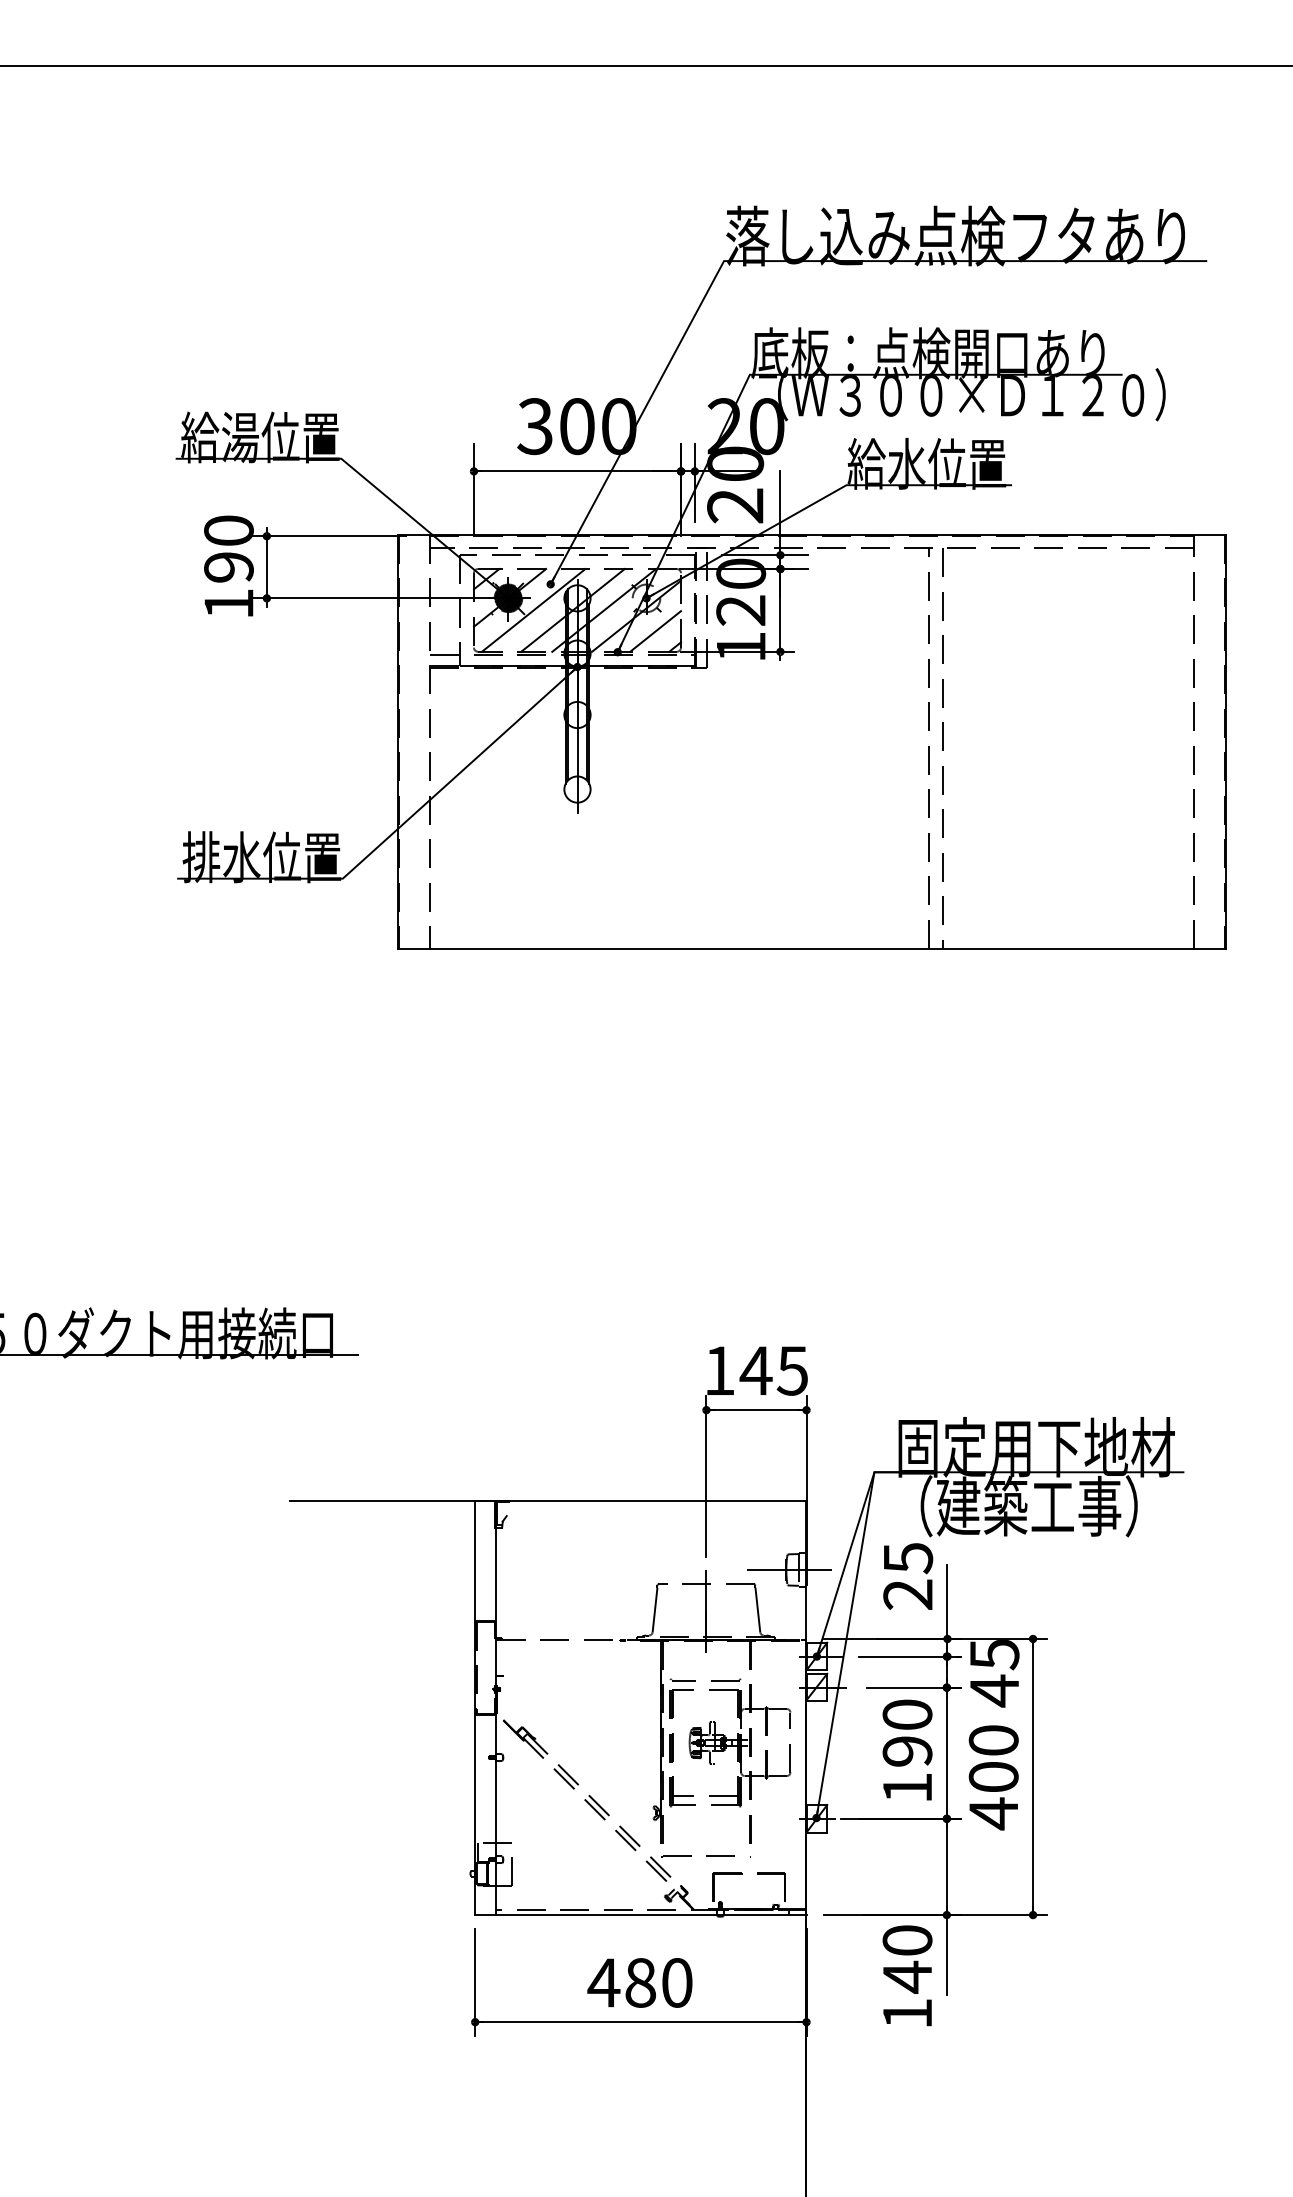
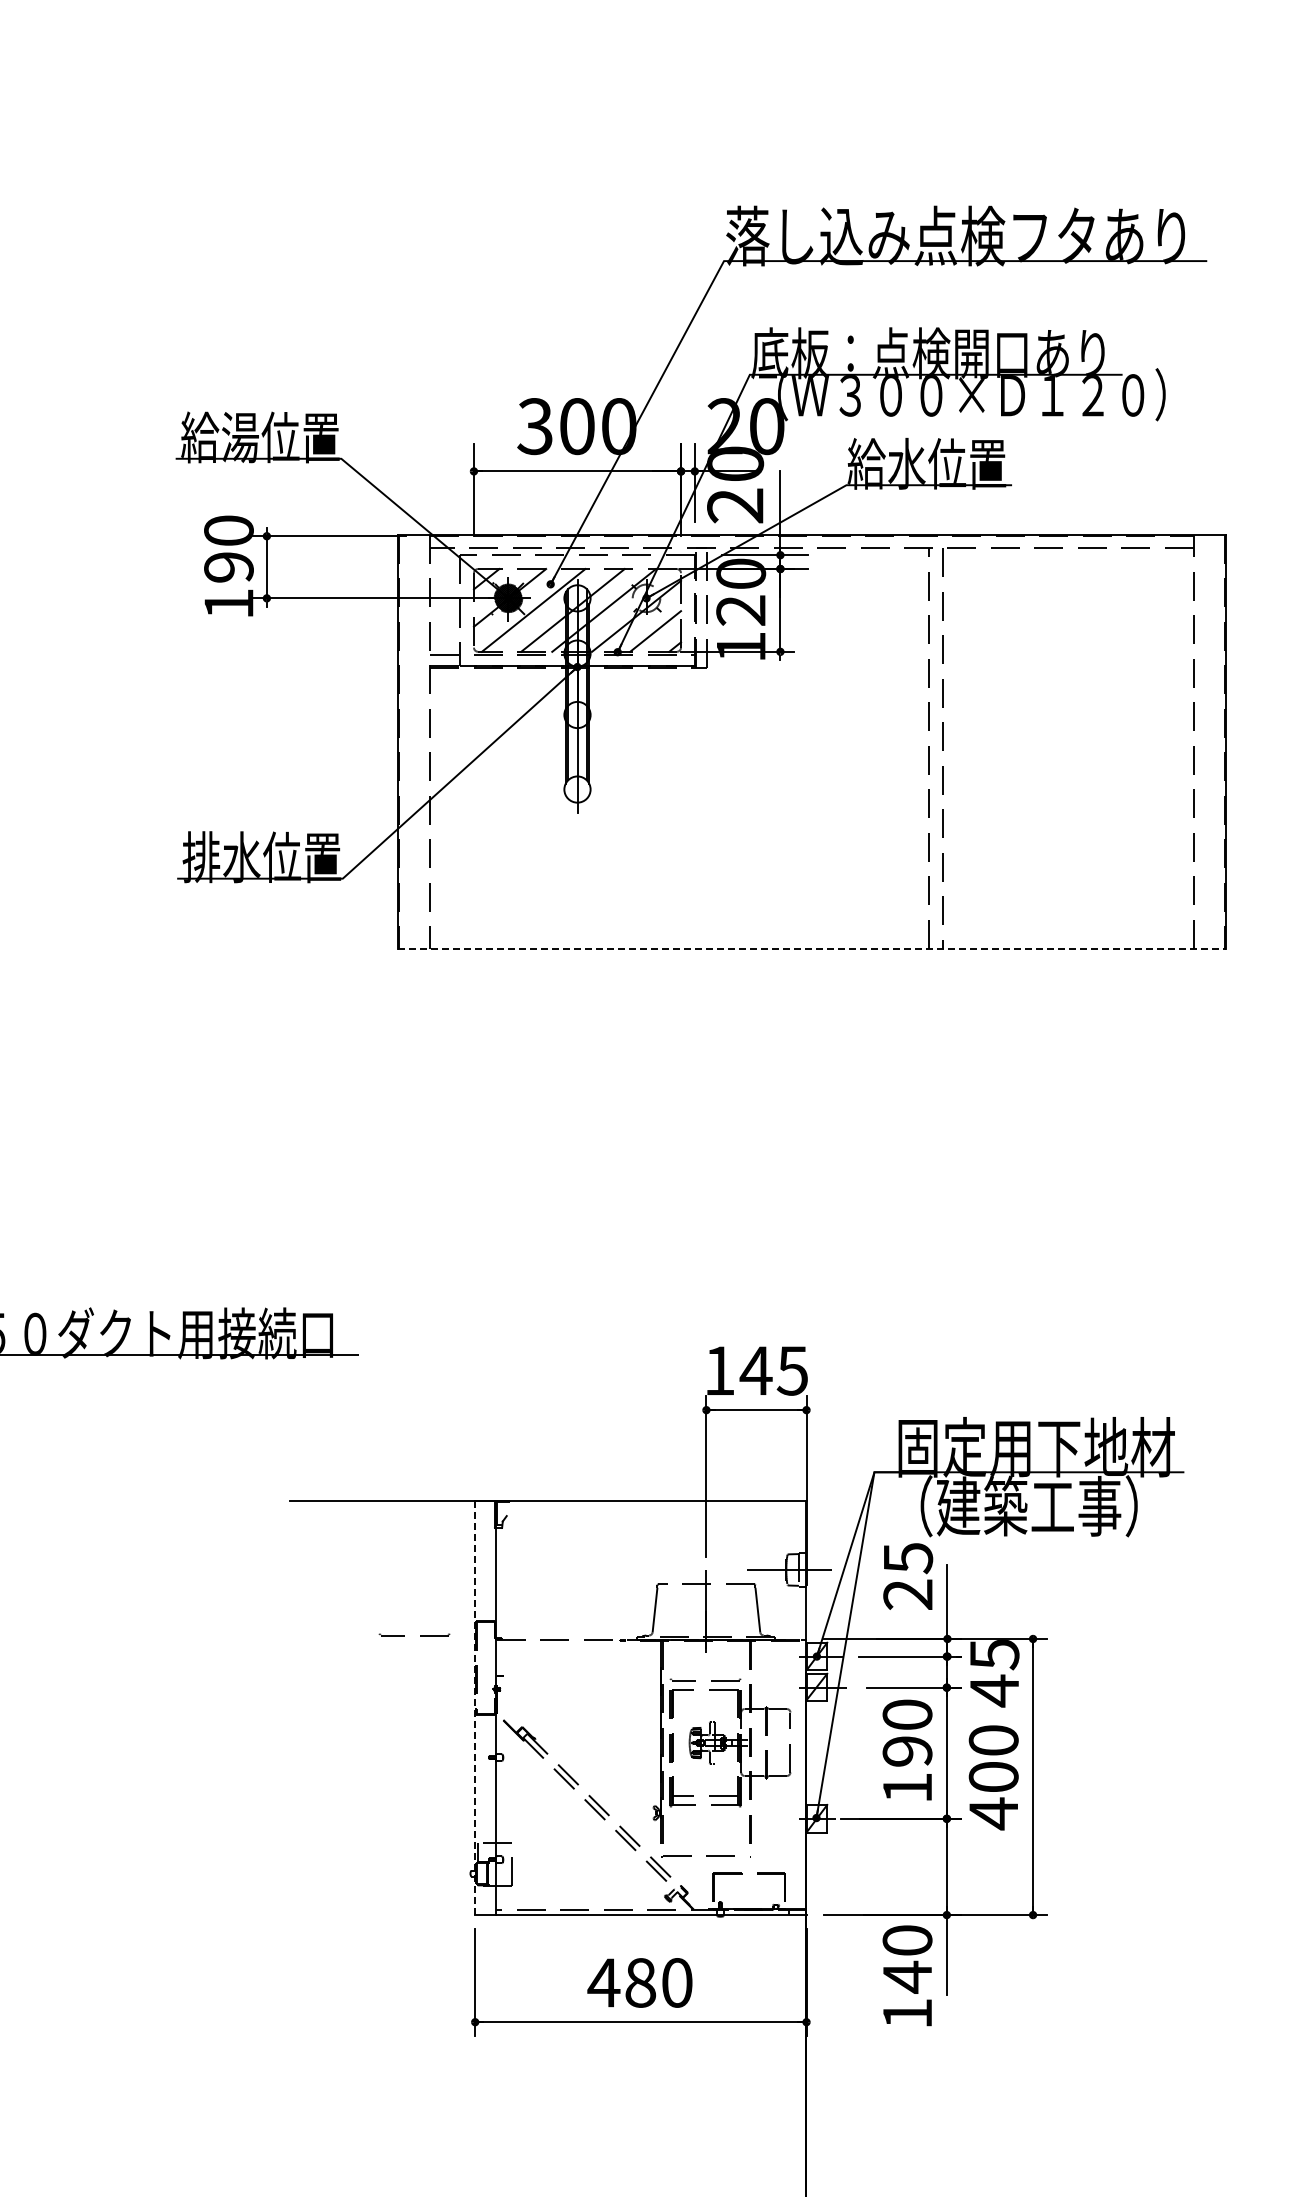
line at (645, 65): present -> none
line at (812, 949): solid -> dashed
part at (420, 1635): none -> present
line at (475, 1708): solid -> dashed
